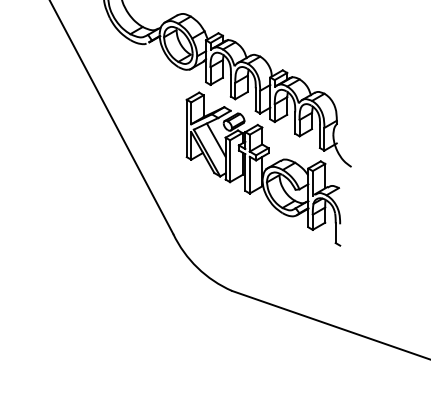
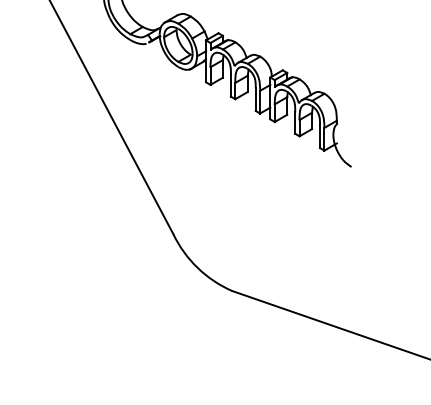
part at (263, 168): present -> none
